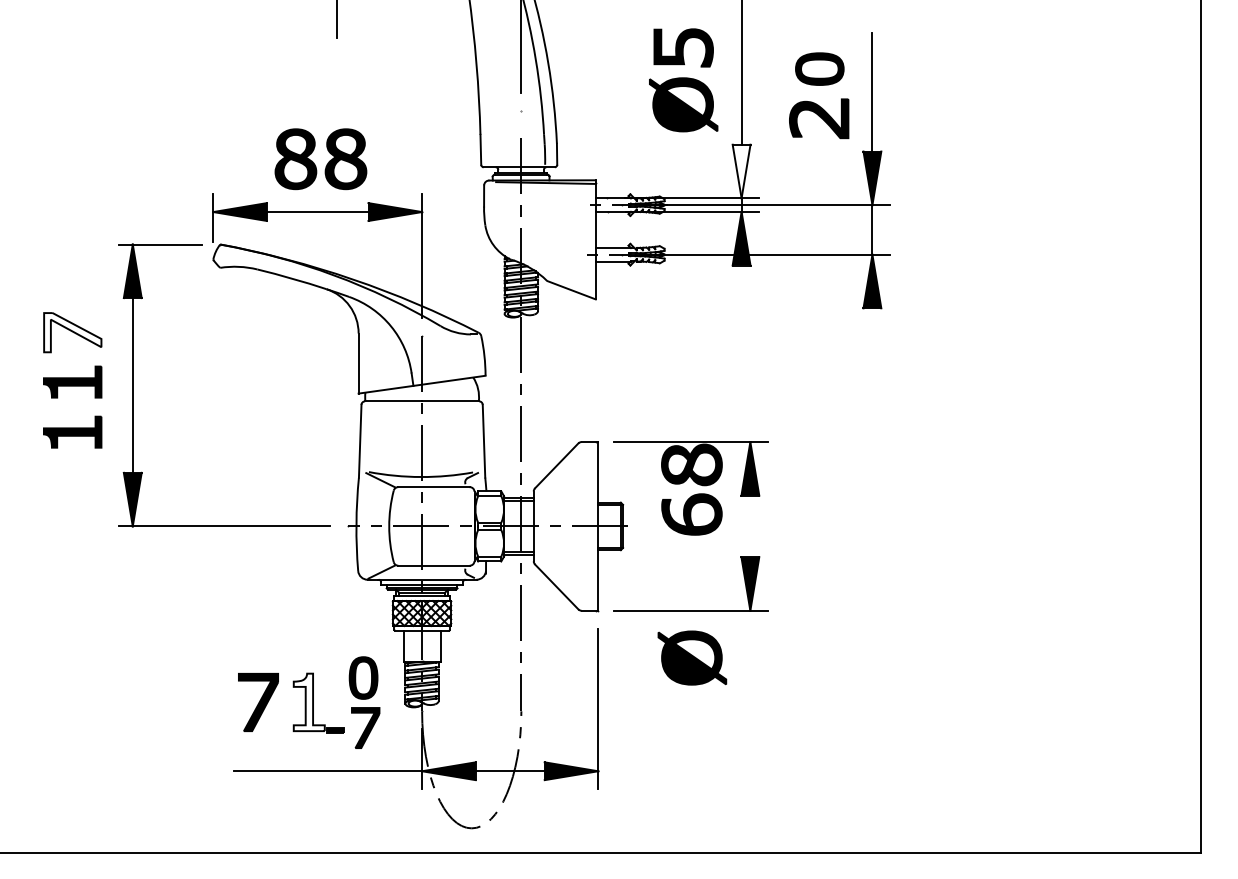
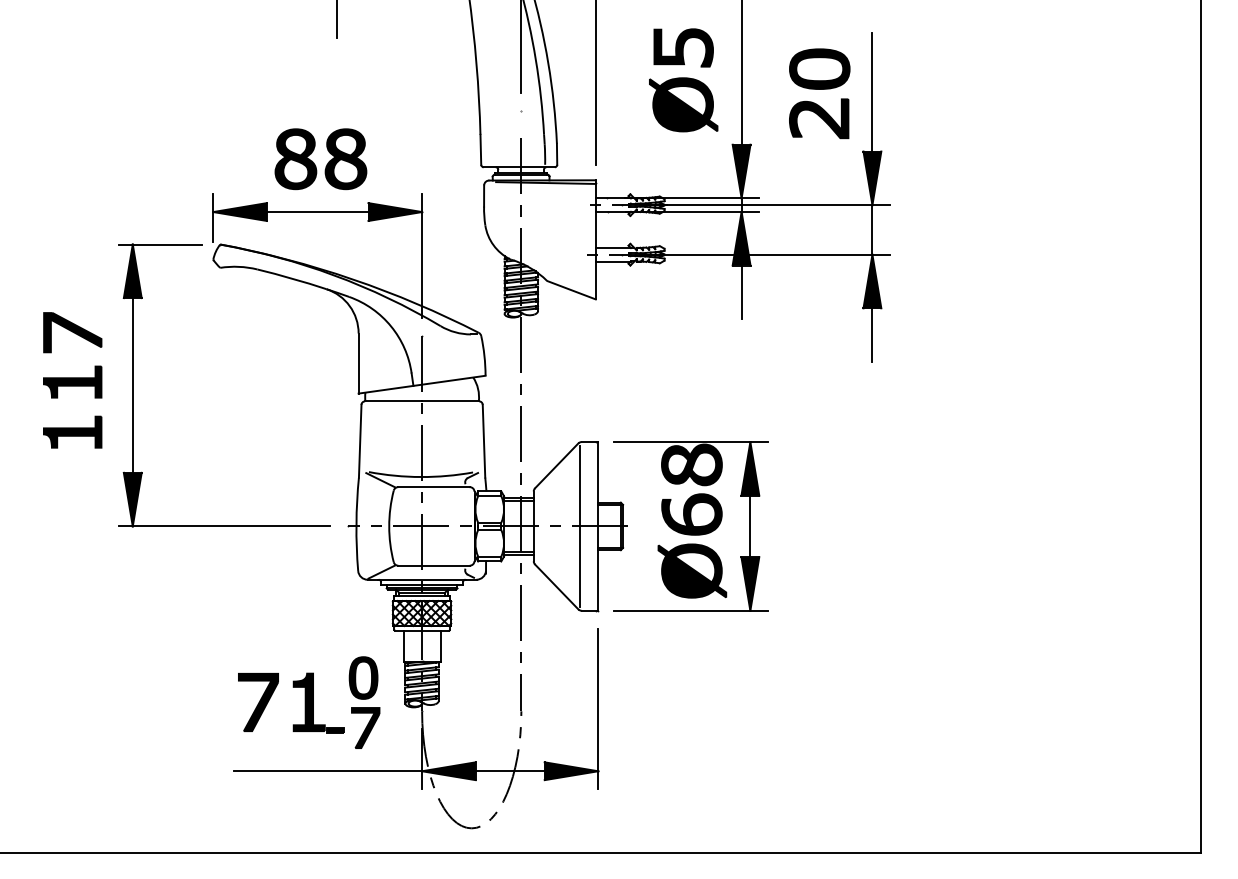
part at (819, 68) size: 50x34 px -> 62x42 px
line at (595, 83): none -> present
fill at (741, 171): none -> present
line at (741, 292): none -> present
fill at (72, 332): none -> present
line at (872, 334): none -> present
line at (579, 526): none -> present
line at (750, 526): none -> present
part at (692, 657) position: (692, 657) -> (692, 570)
fill at (308, 702): none -> present
